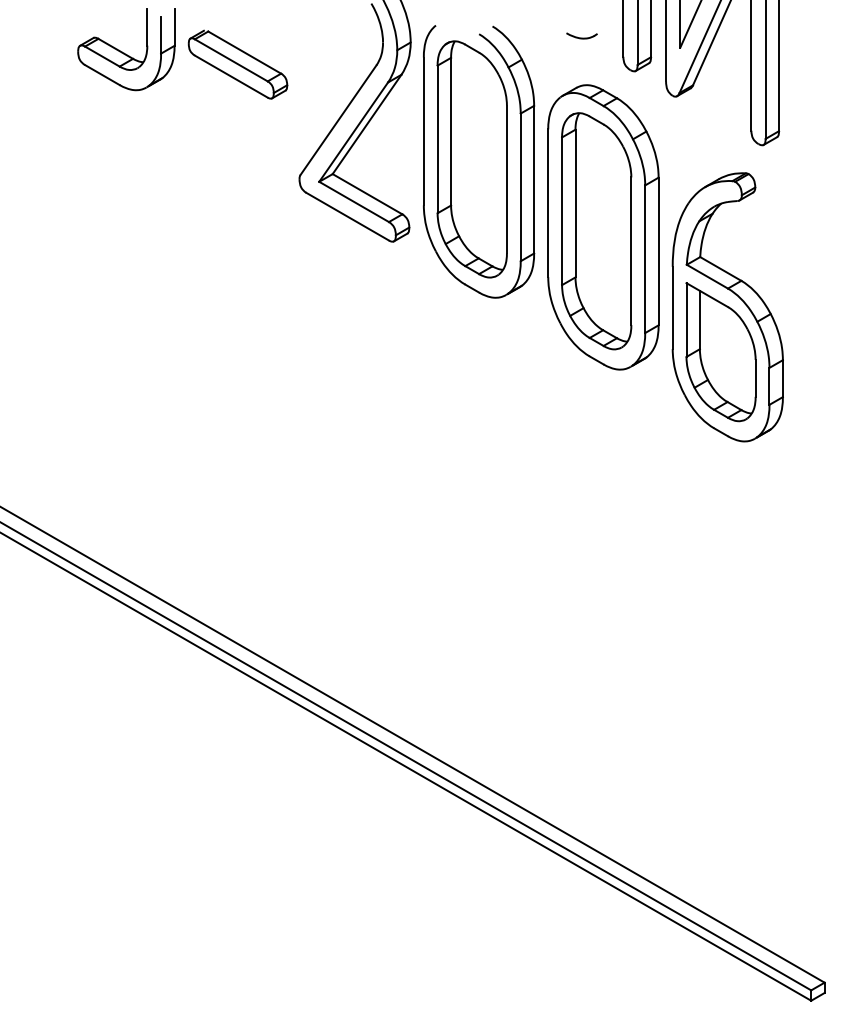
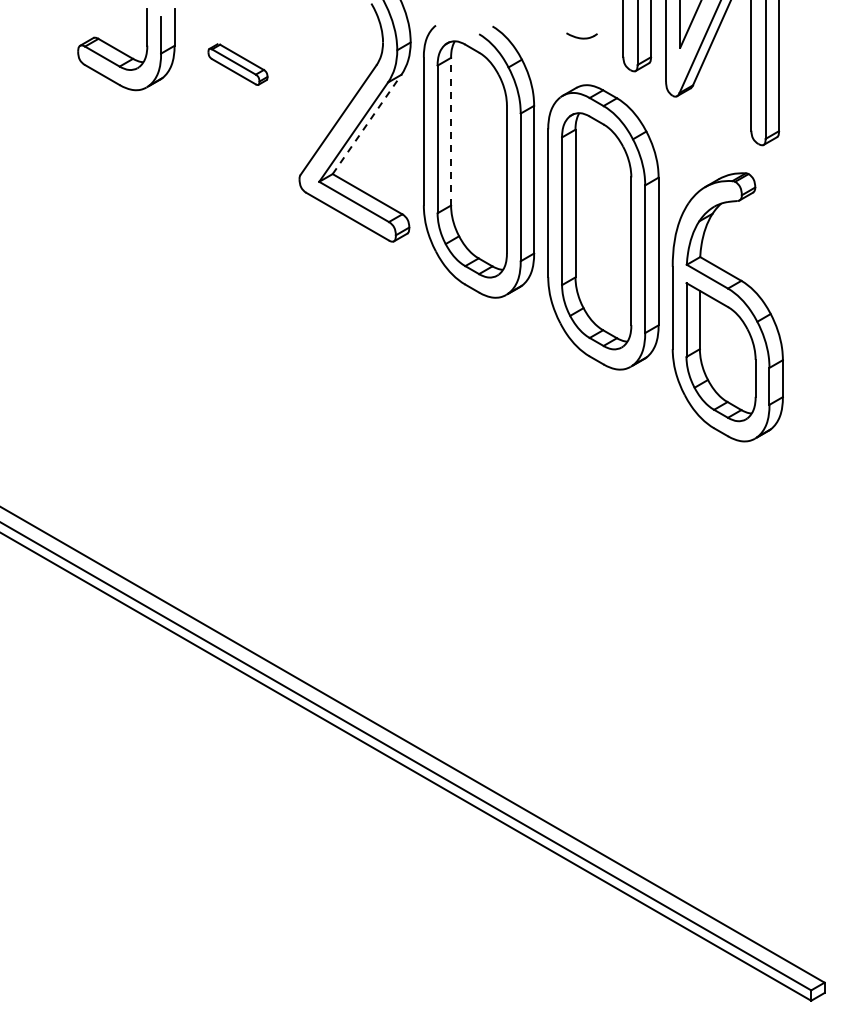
part at (237, 64) size: 102x71 px -> 62x43 px
line at (367, 124): solid -> dashed
line at (451, 131): solid -> dashed
